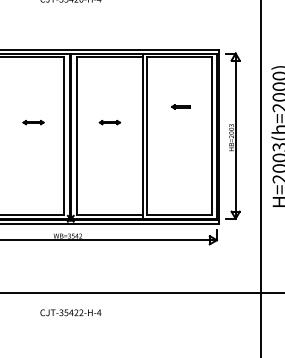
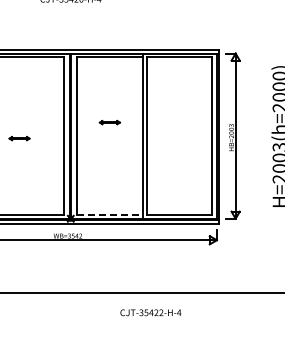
part at (180, 106): present -> none
part at (33, 122) position: (33, 122) -> (19, 138)
line at (260, 178): present -> none
line at (109, 214): solid -> dashed
text at (70, 312) position: (70, 312) -> (150, 312)
